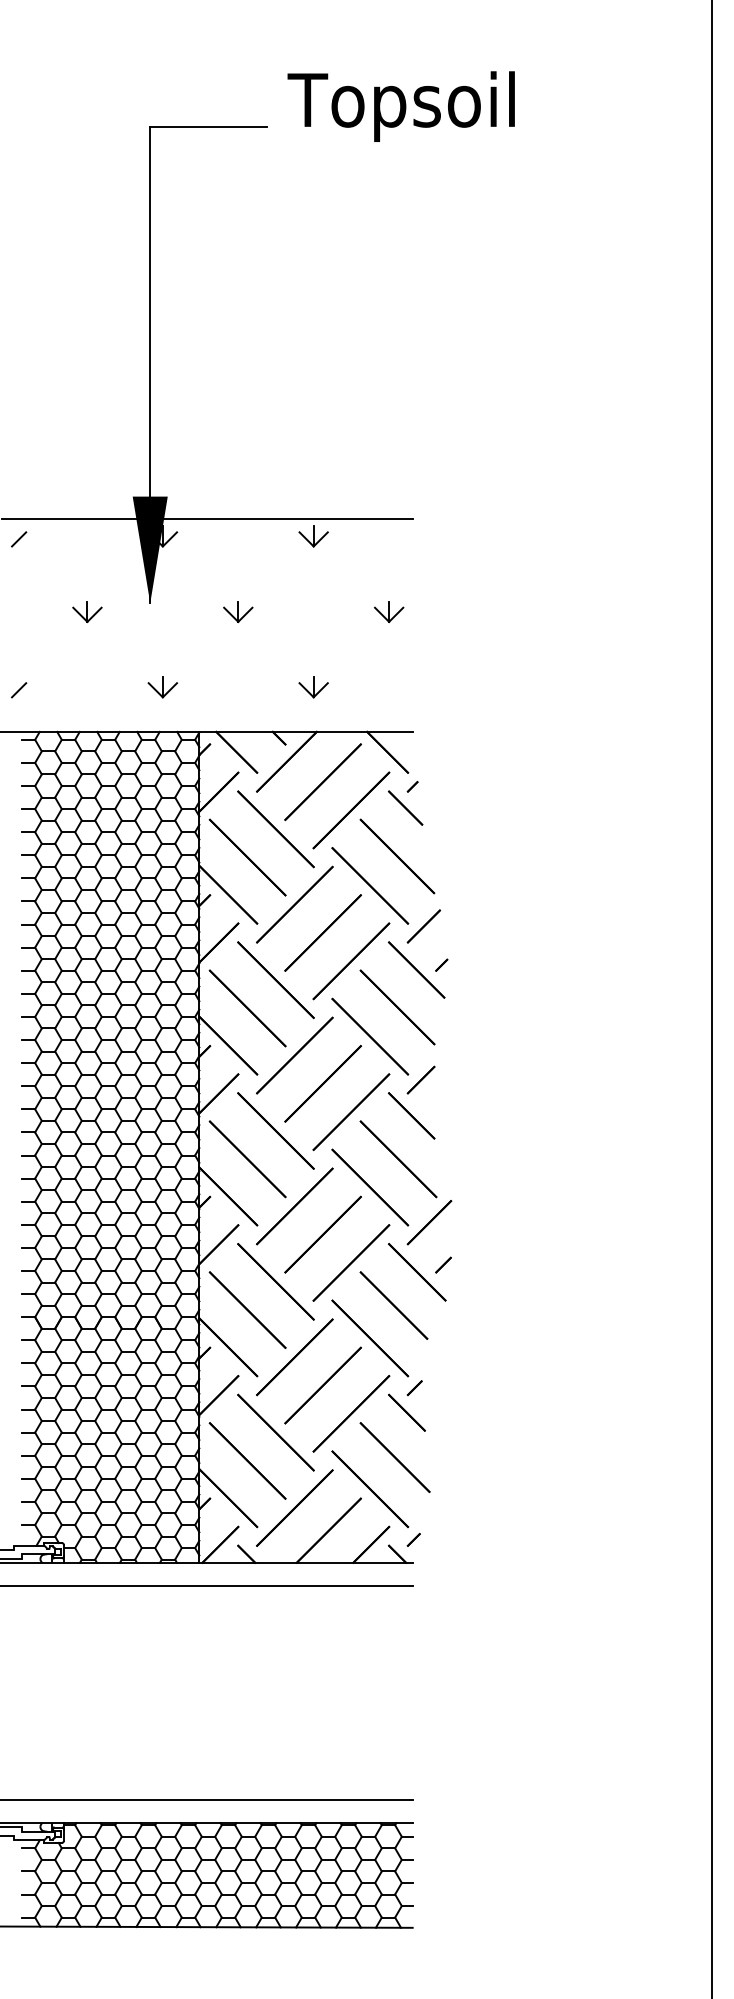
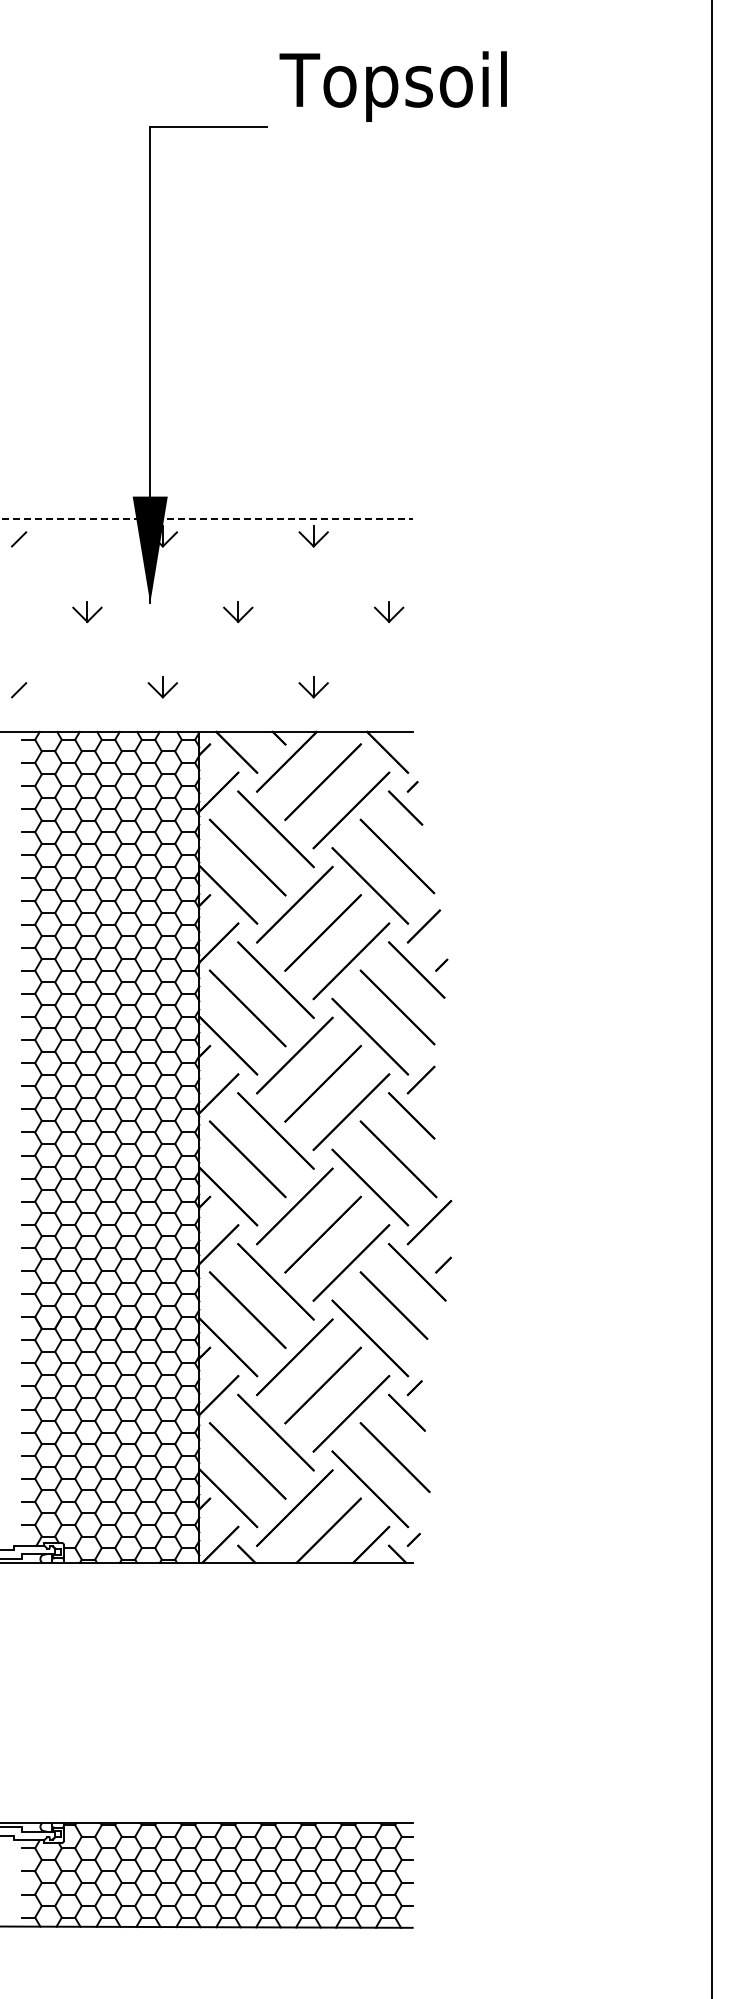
text at (400, 106) position: (400, 106) -> (392, 86)
line at (207, 518): solid -> dashed
line at (207, 1586): present -> none
line at (207, 1799): present -> none
